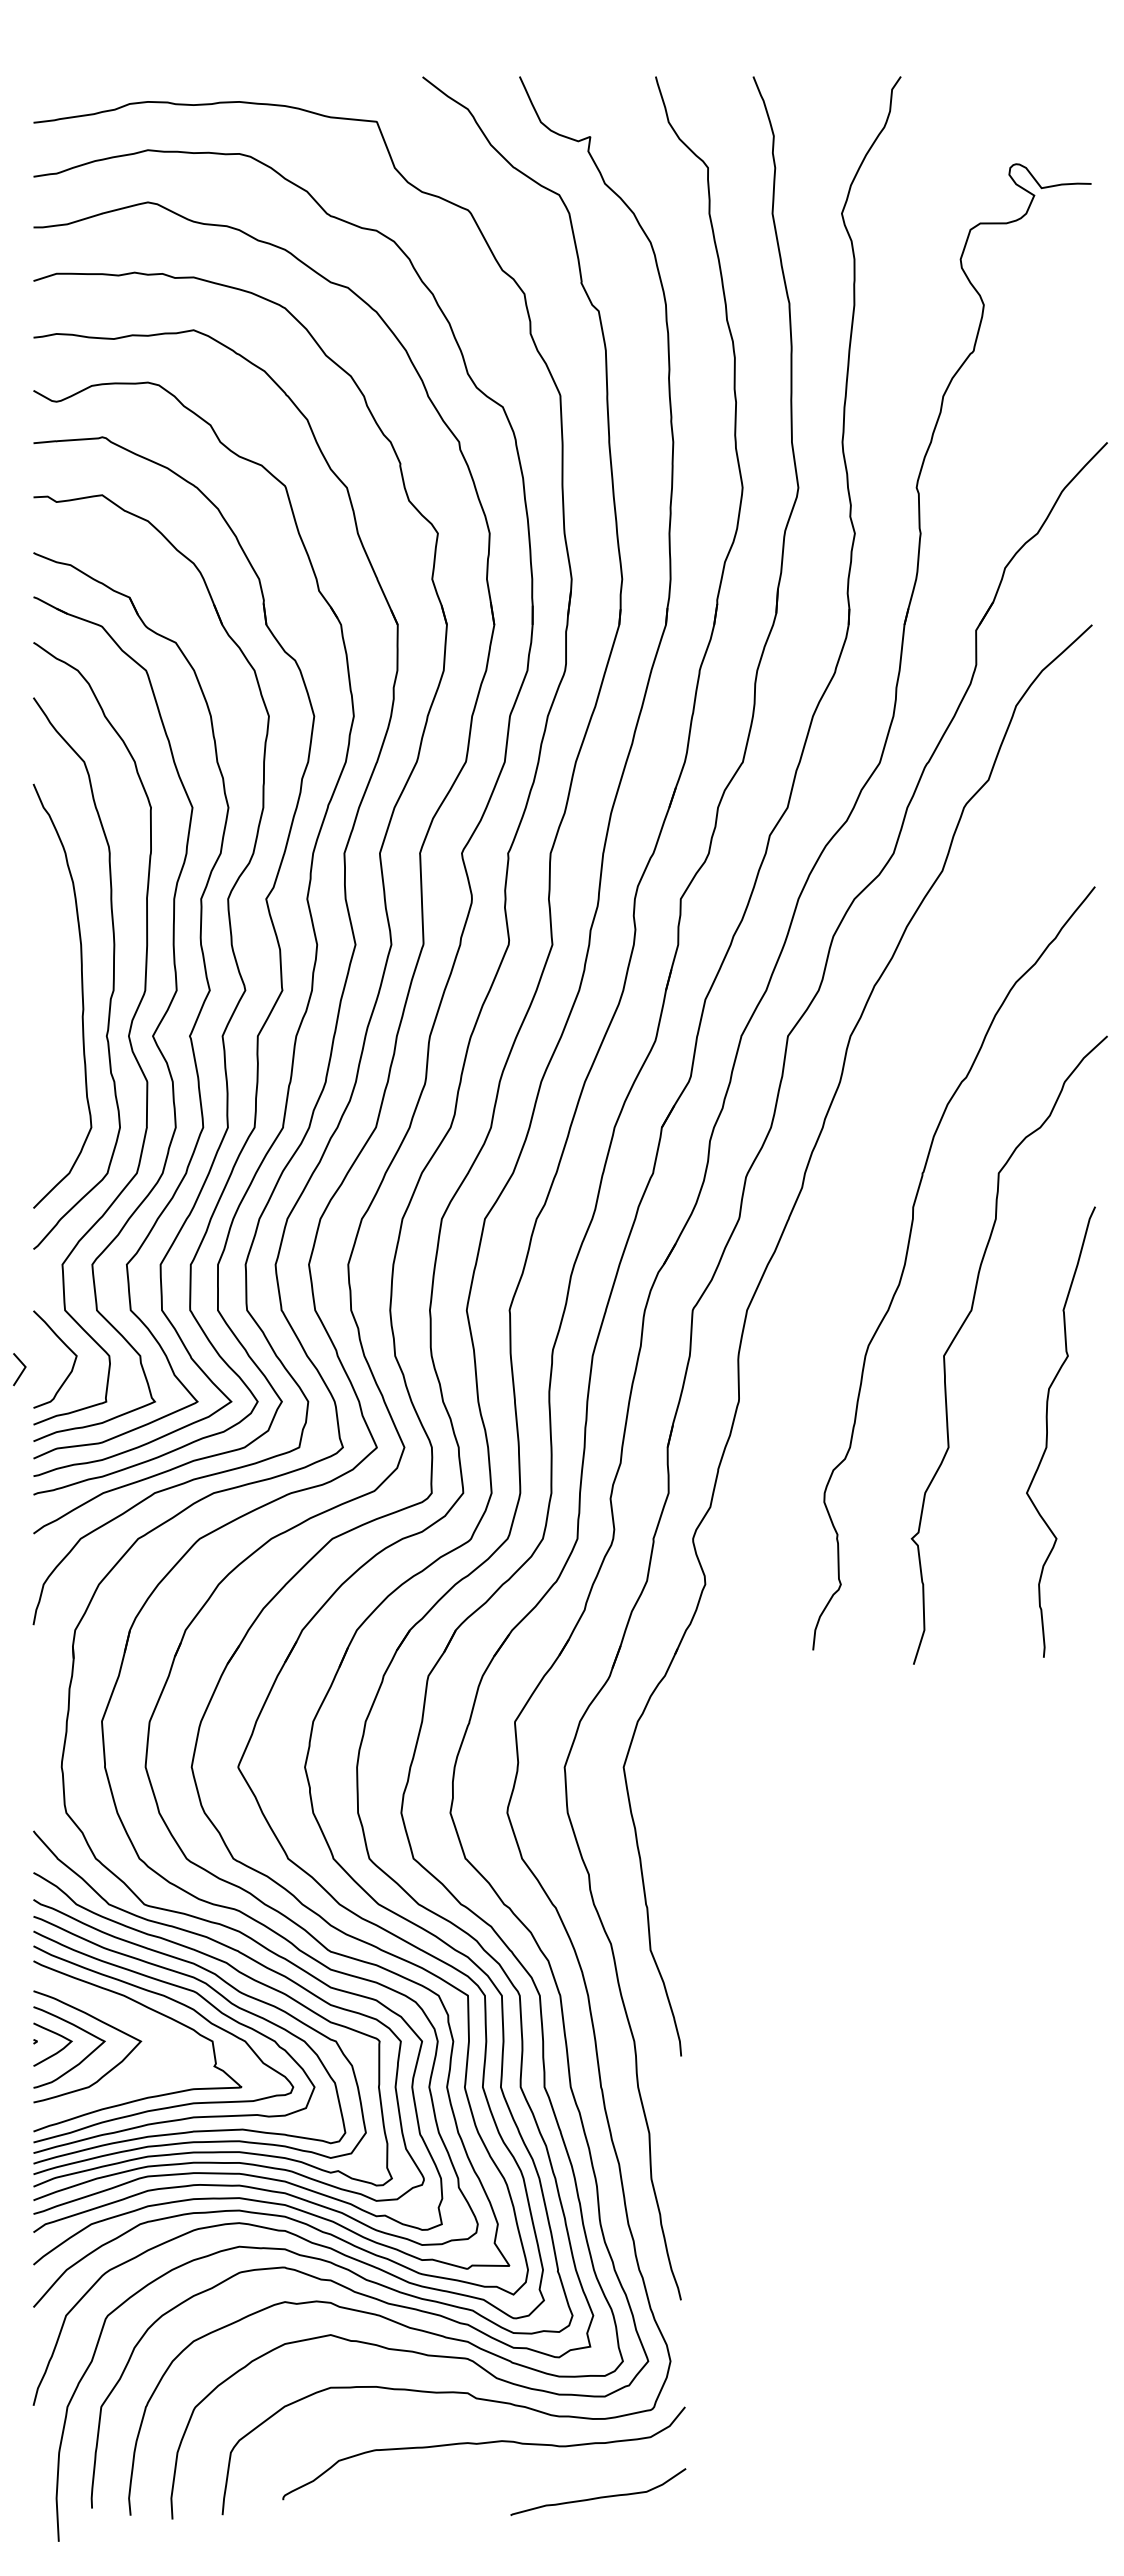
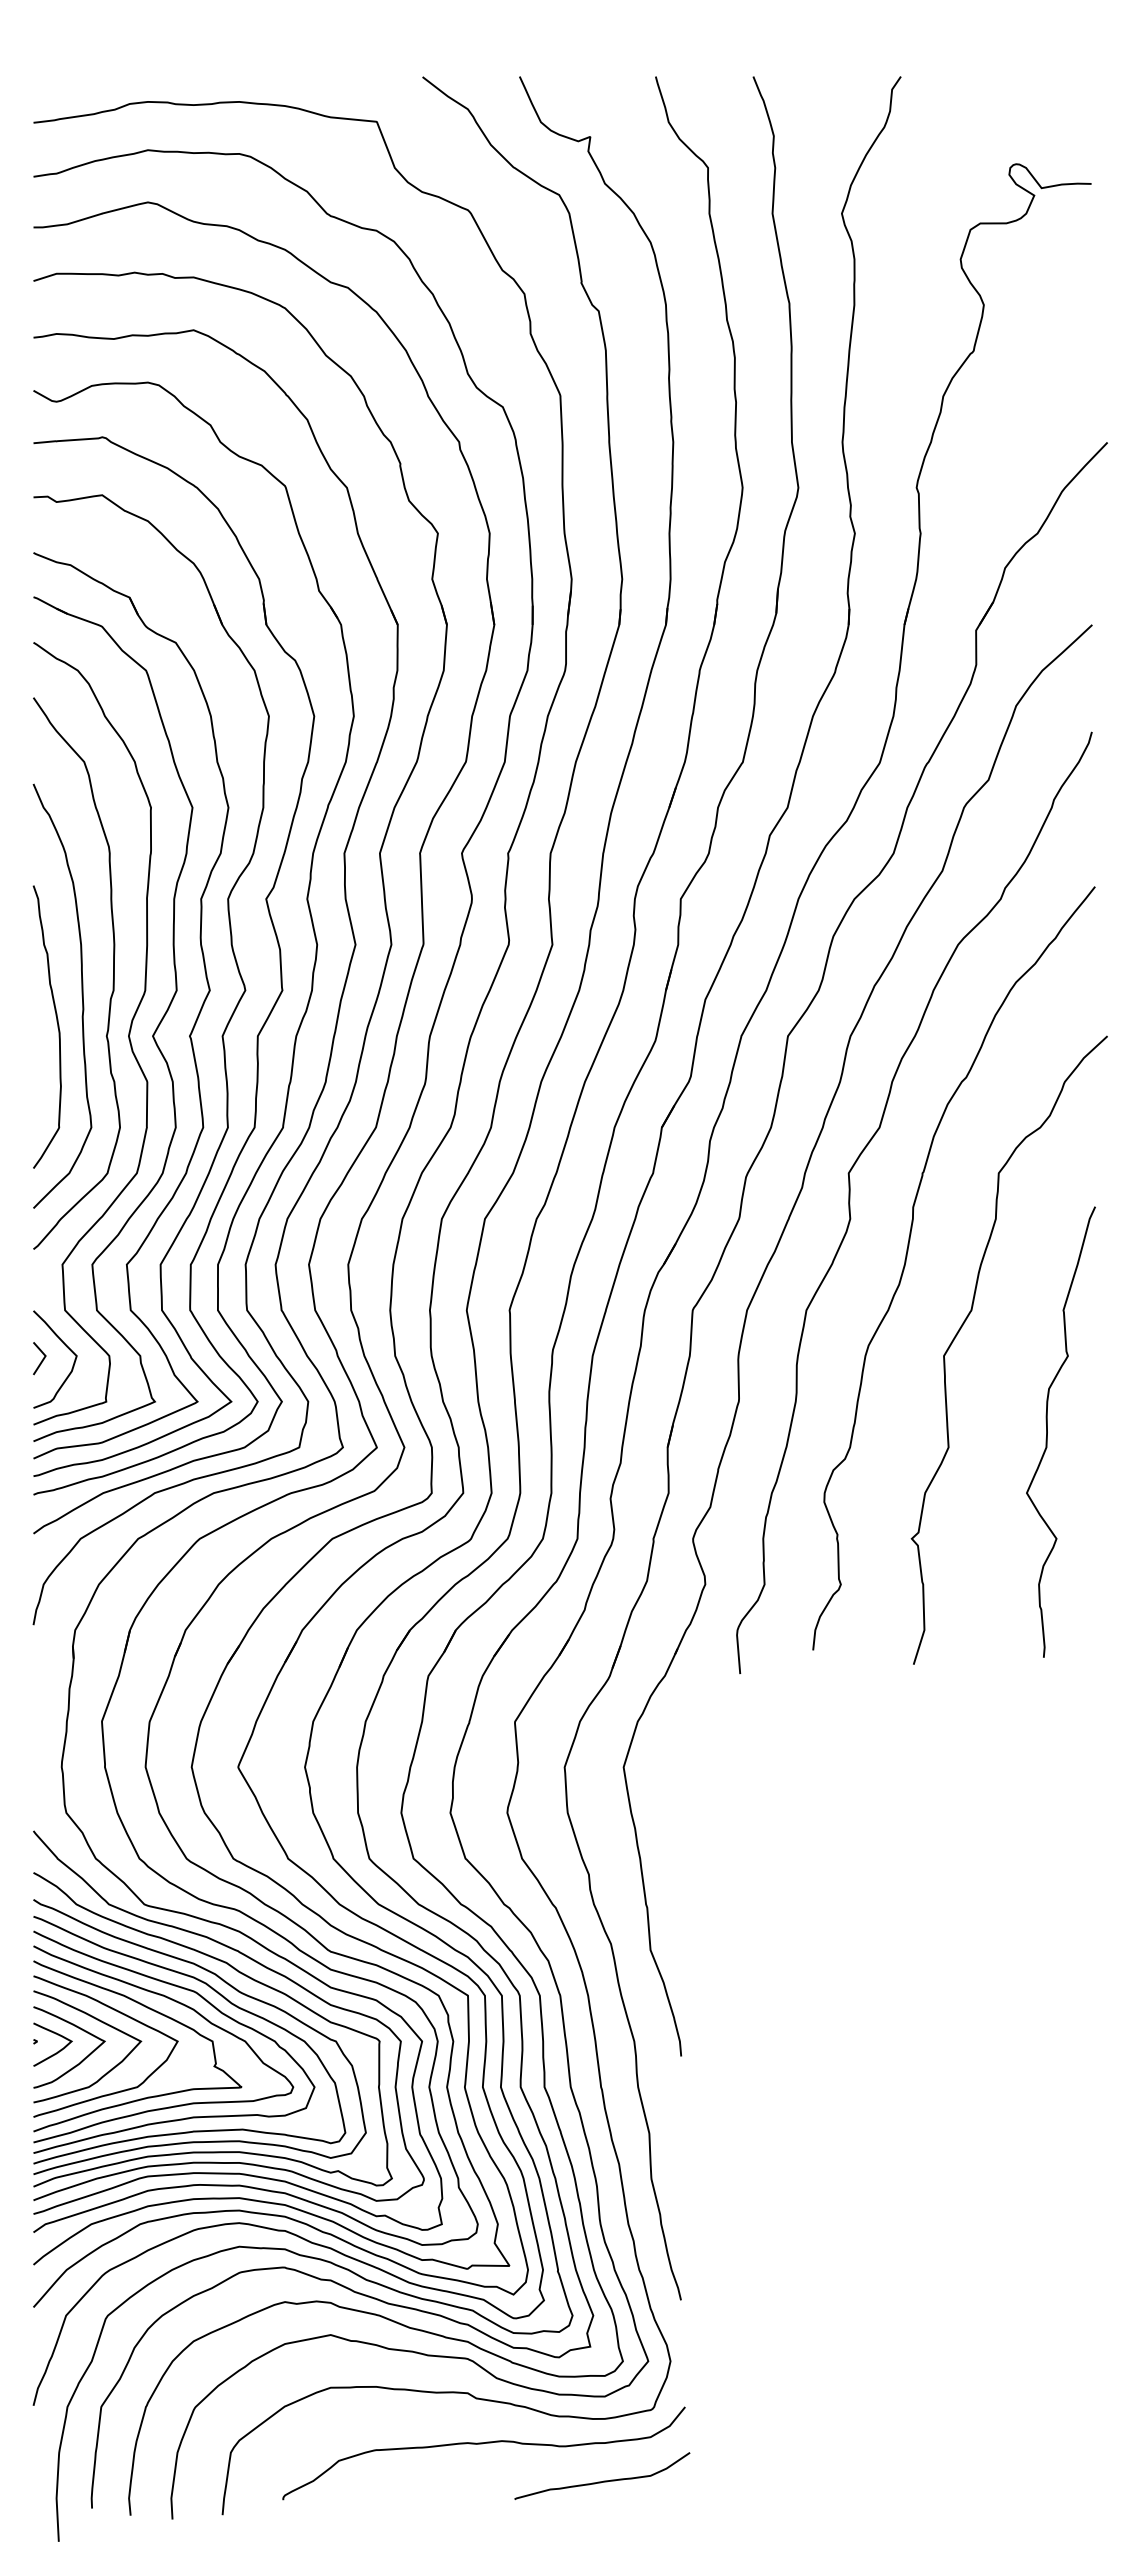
curve at (56, 1022): none -> present
curve at (850, 1202): none -> present
line at (21, 1371) position: (21, 1371) -> (41, 1360)
curve at (121, 2014): none -> present
curve at (599, 2496) position: (599, 2496) -> (603, 2480)
